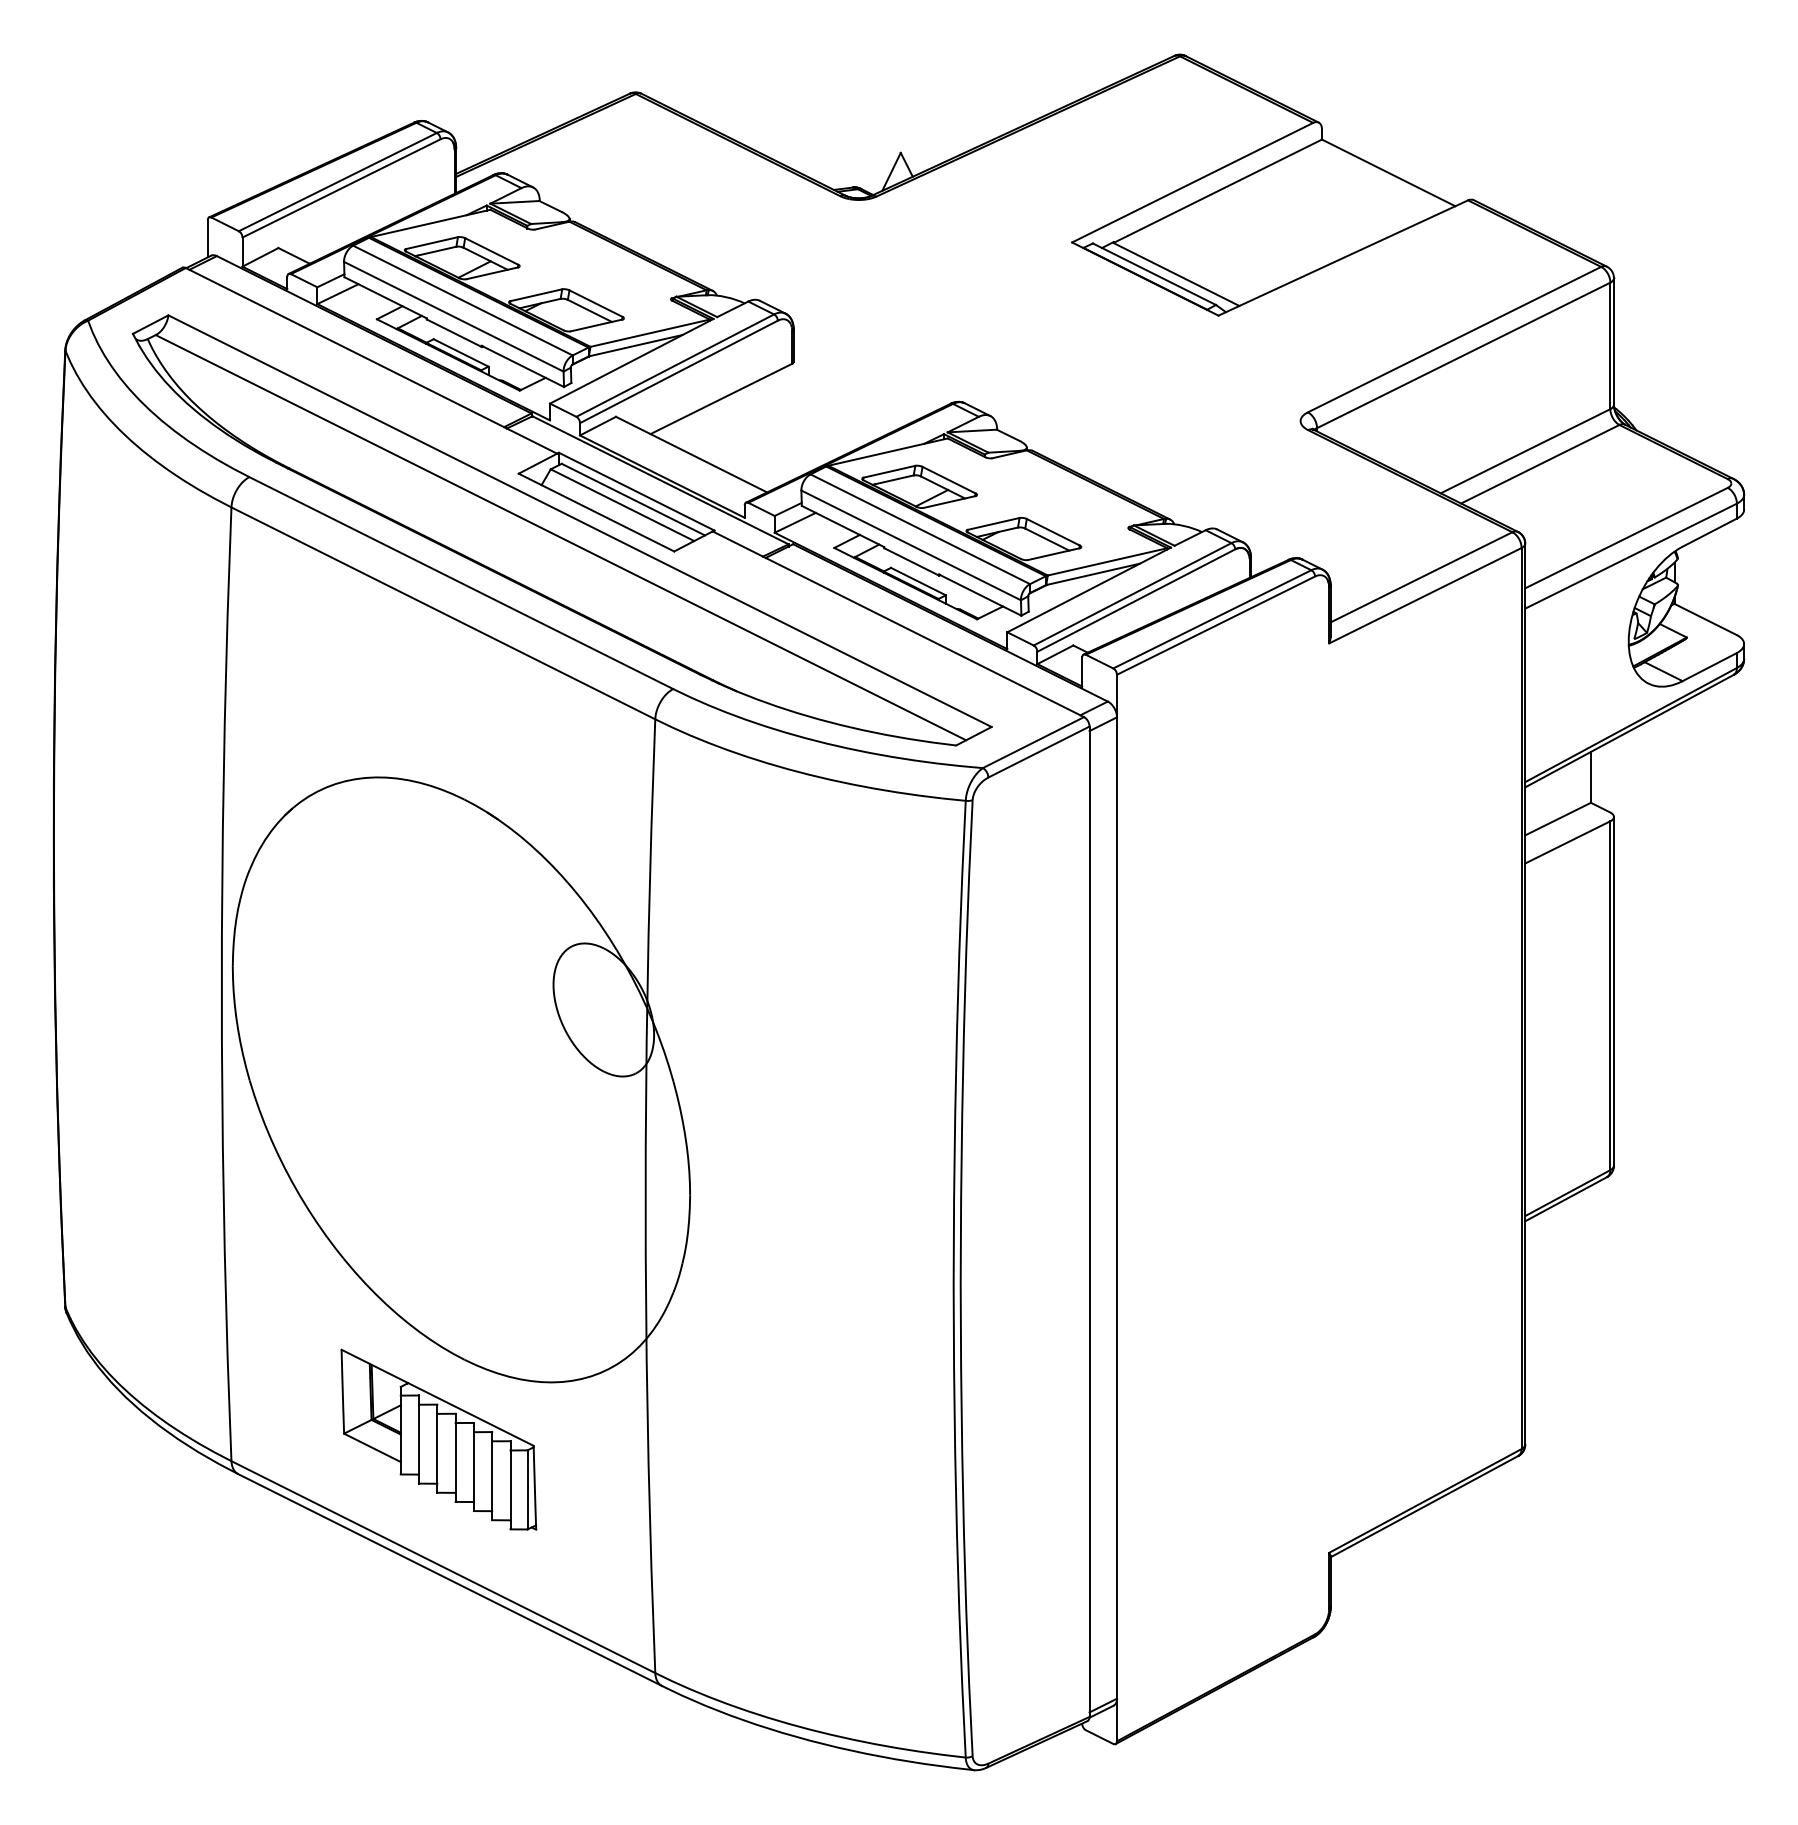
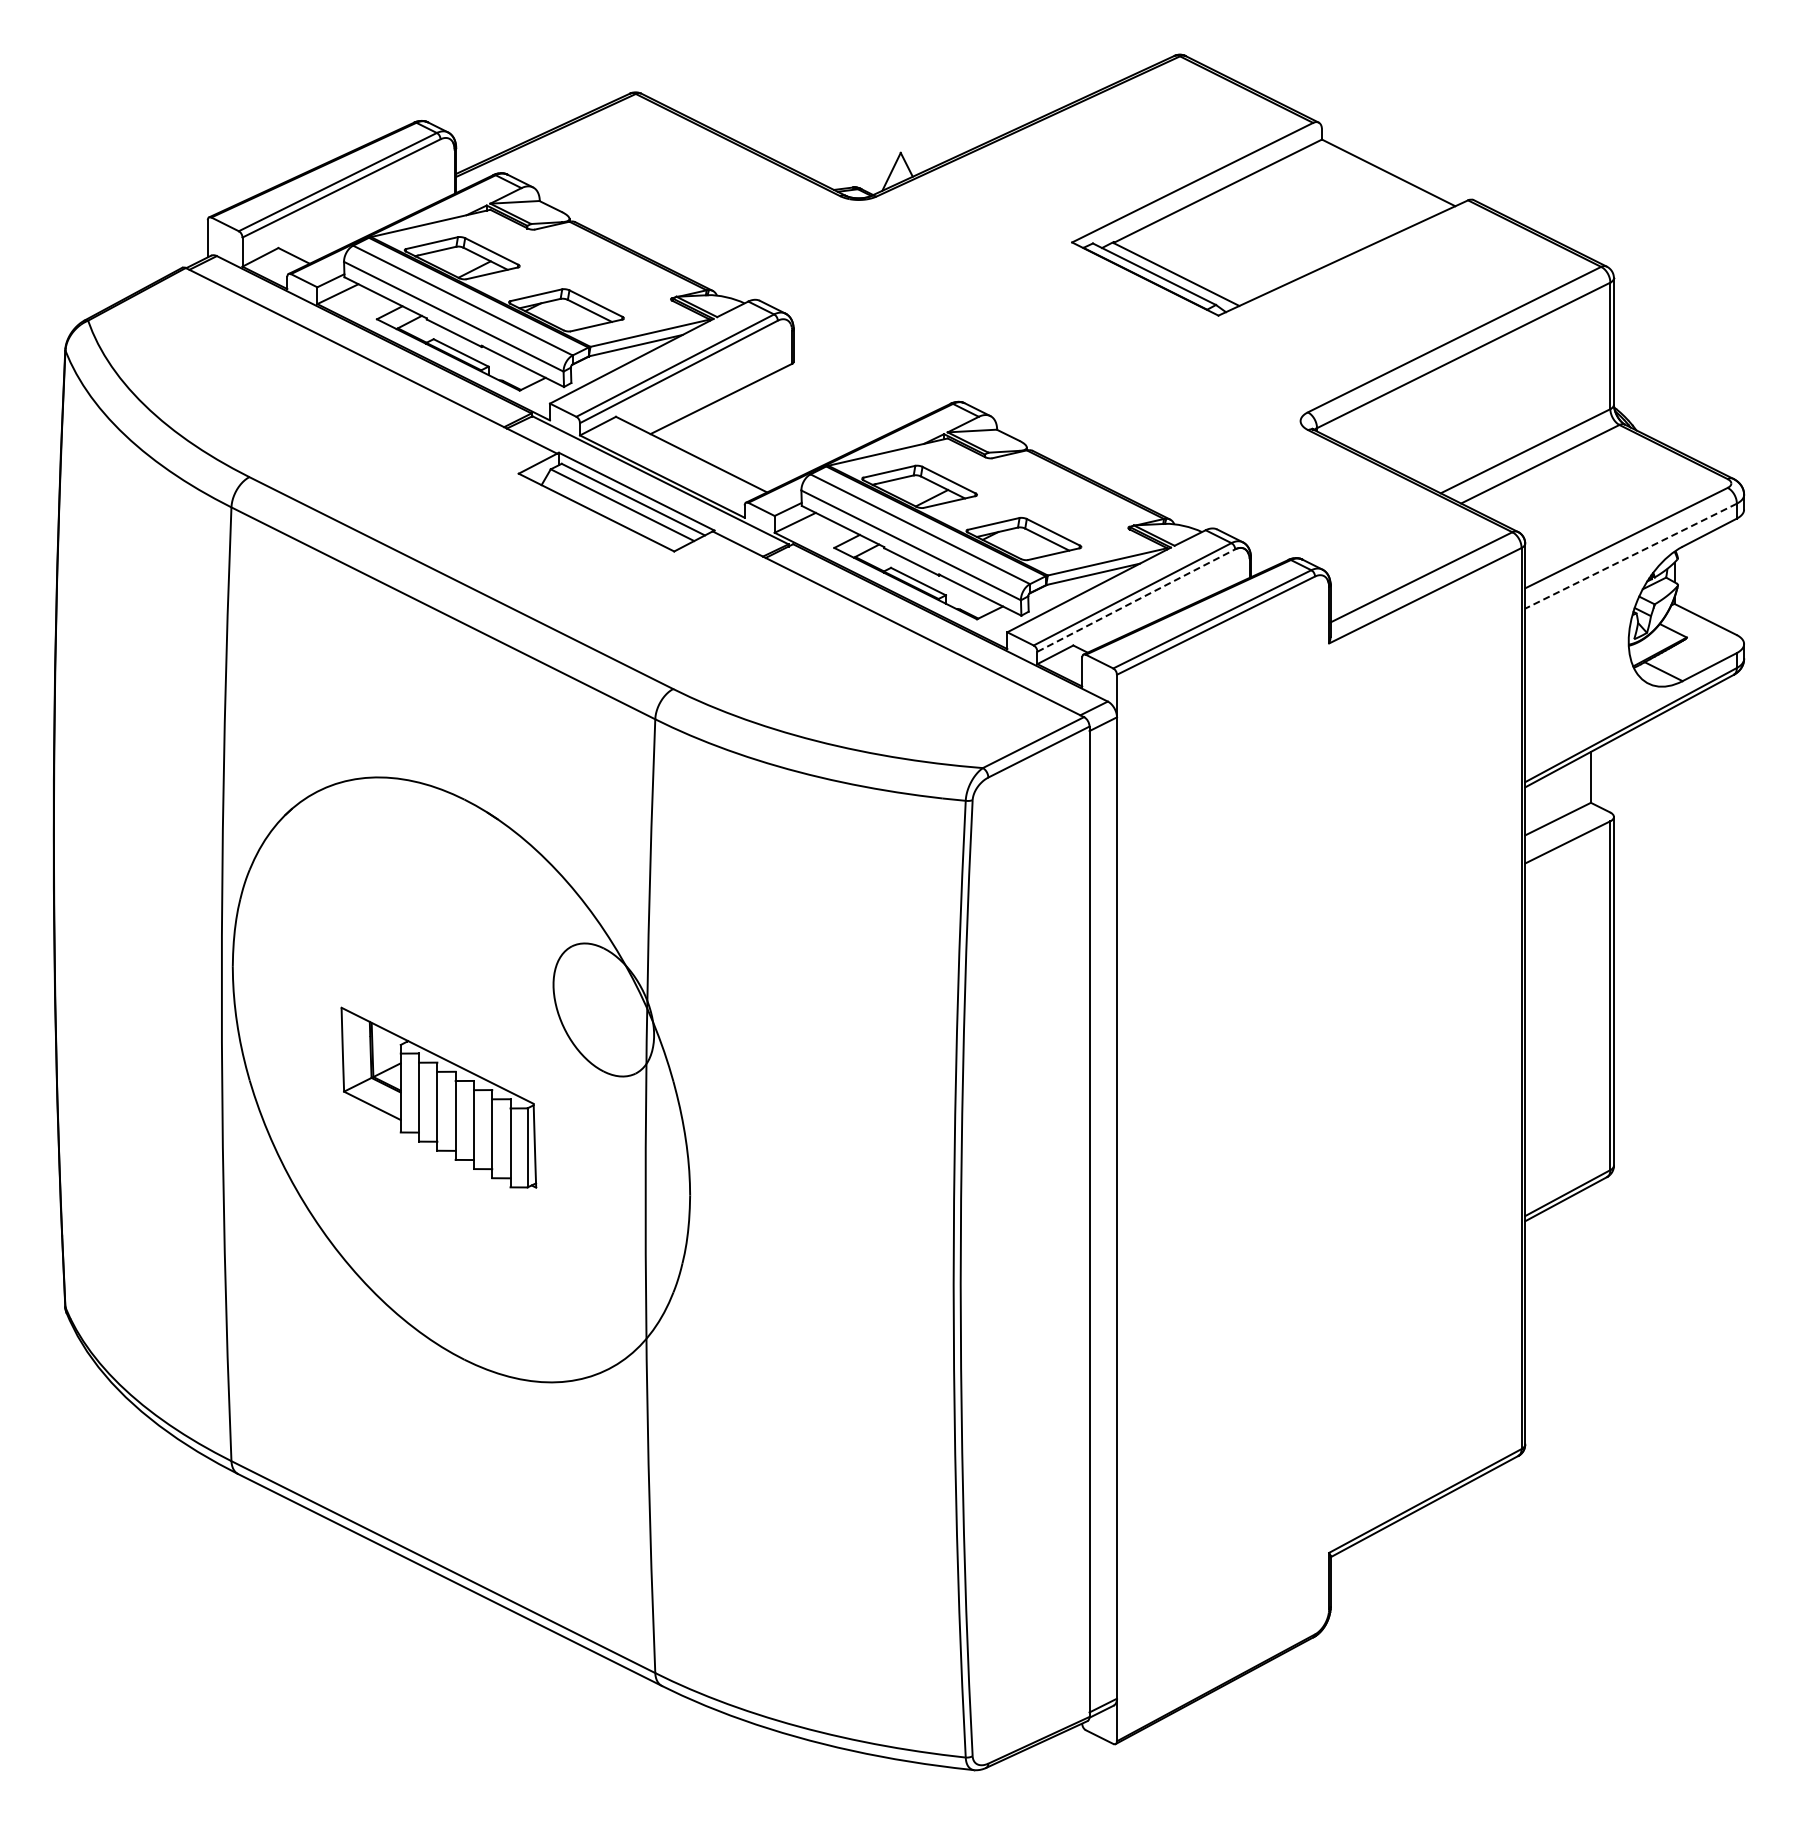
part at (561, 530): present -> none
line at (1630, 556): solid -> dashed
line at (1136, 600): solid -> dashed
part at (438, 1439) position: (438, 1439) -> (438, 1097)
